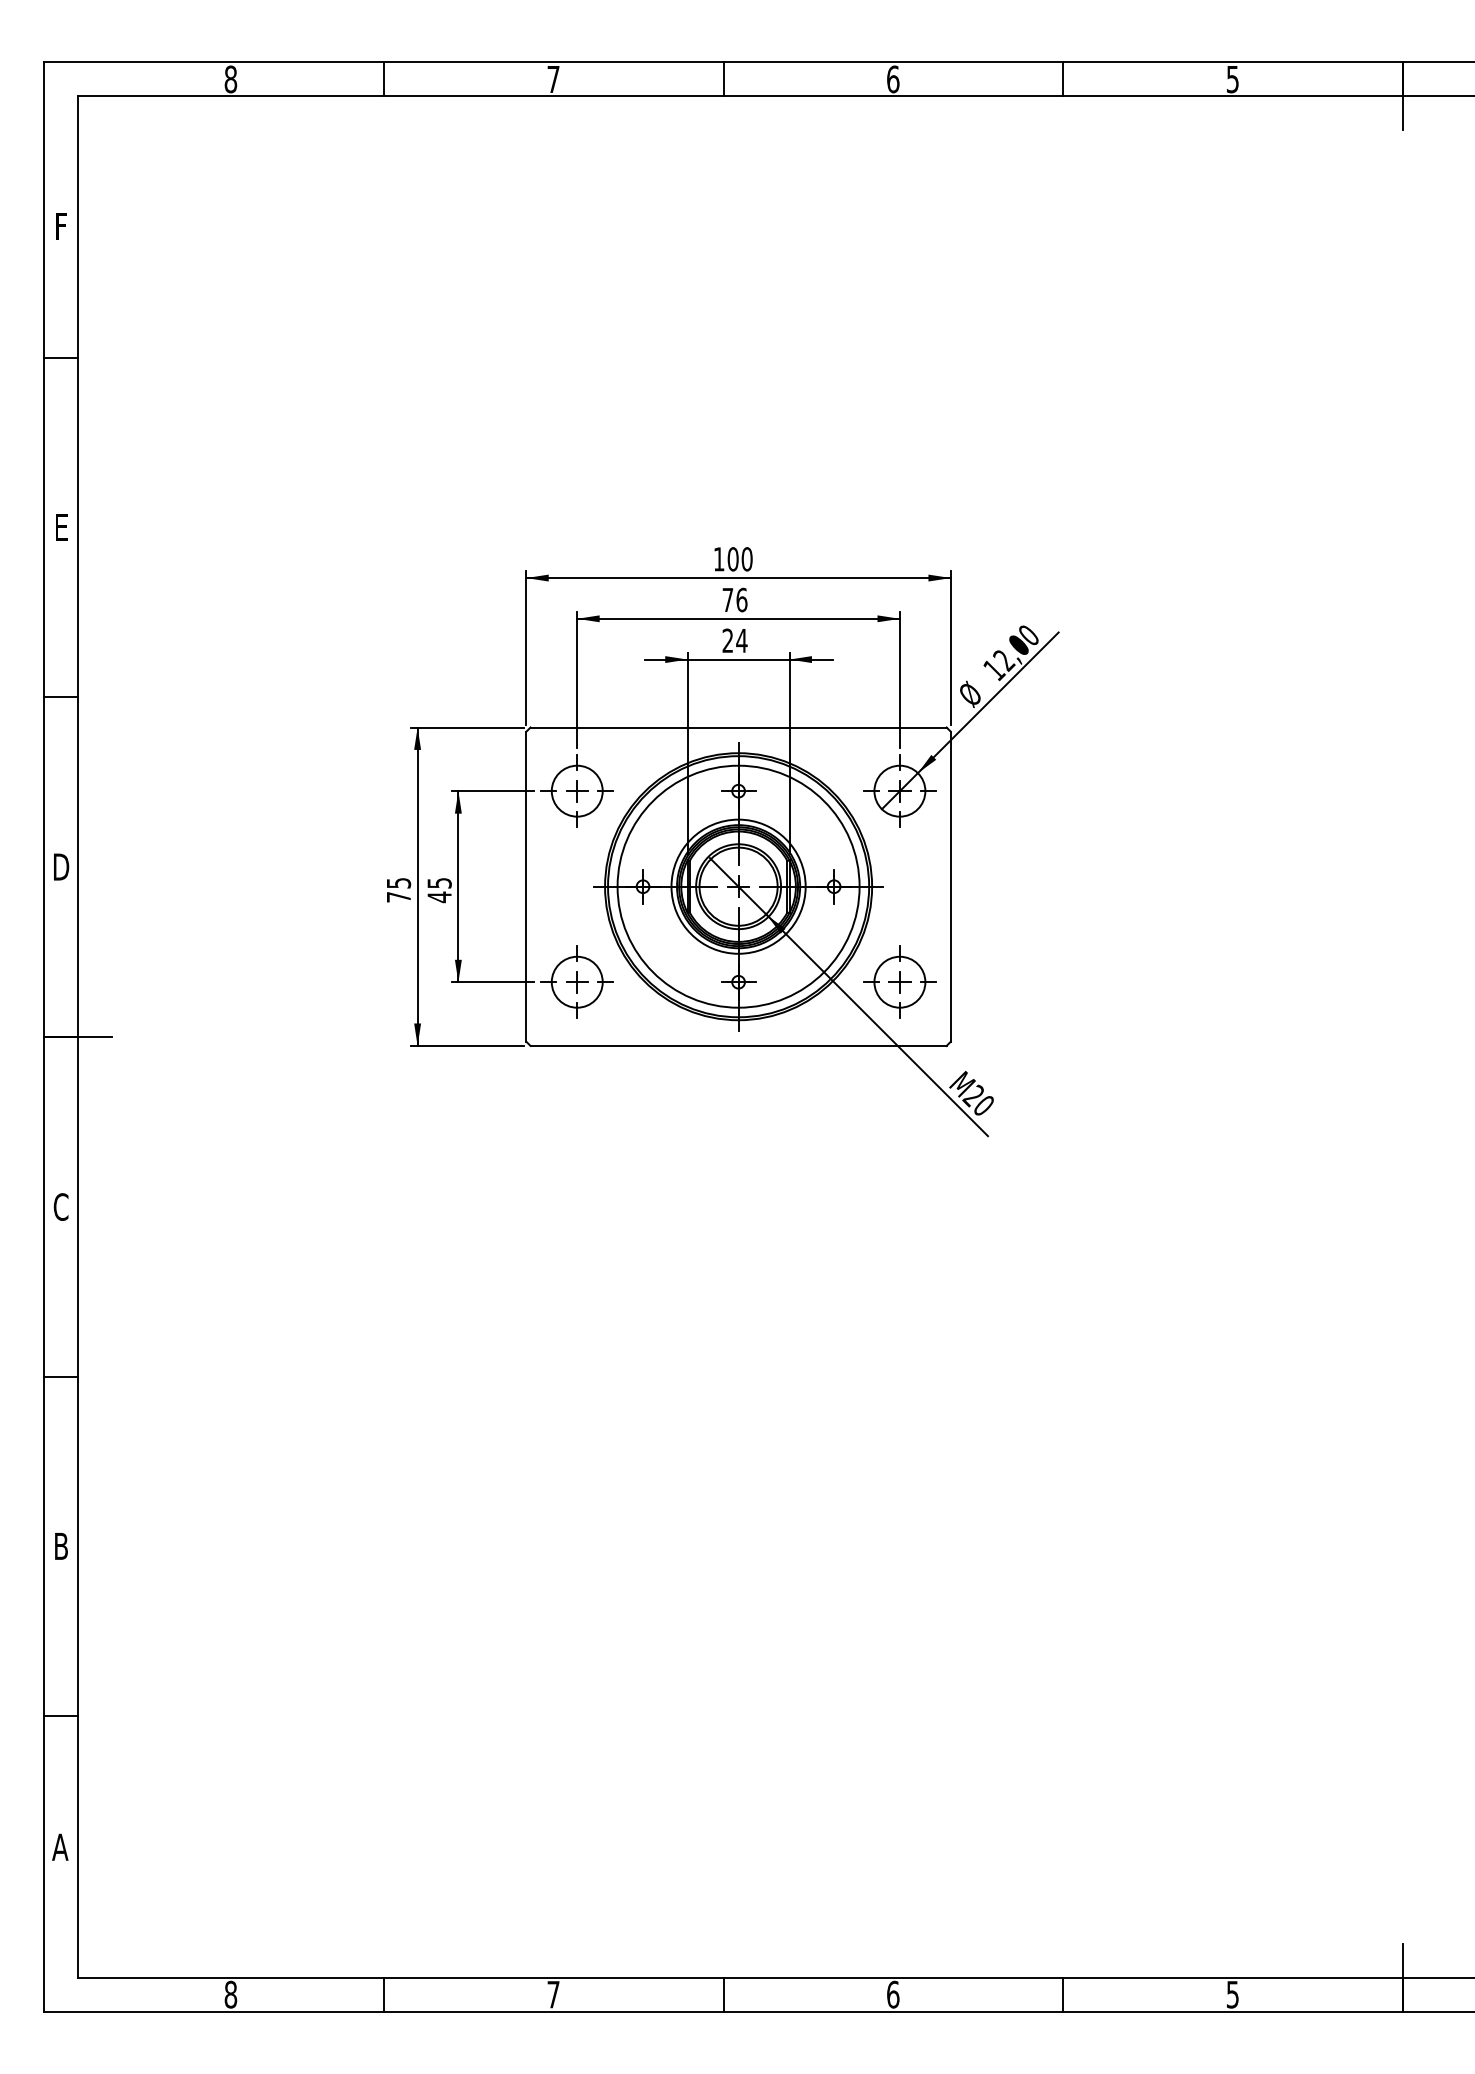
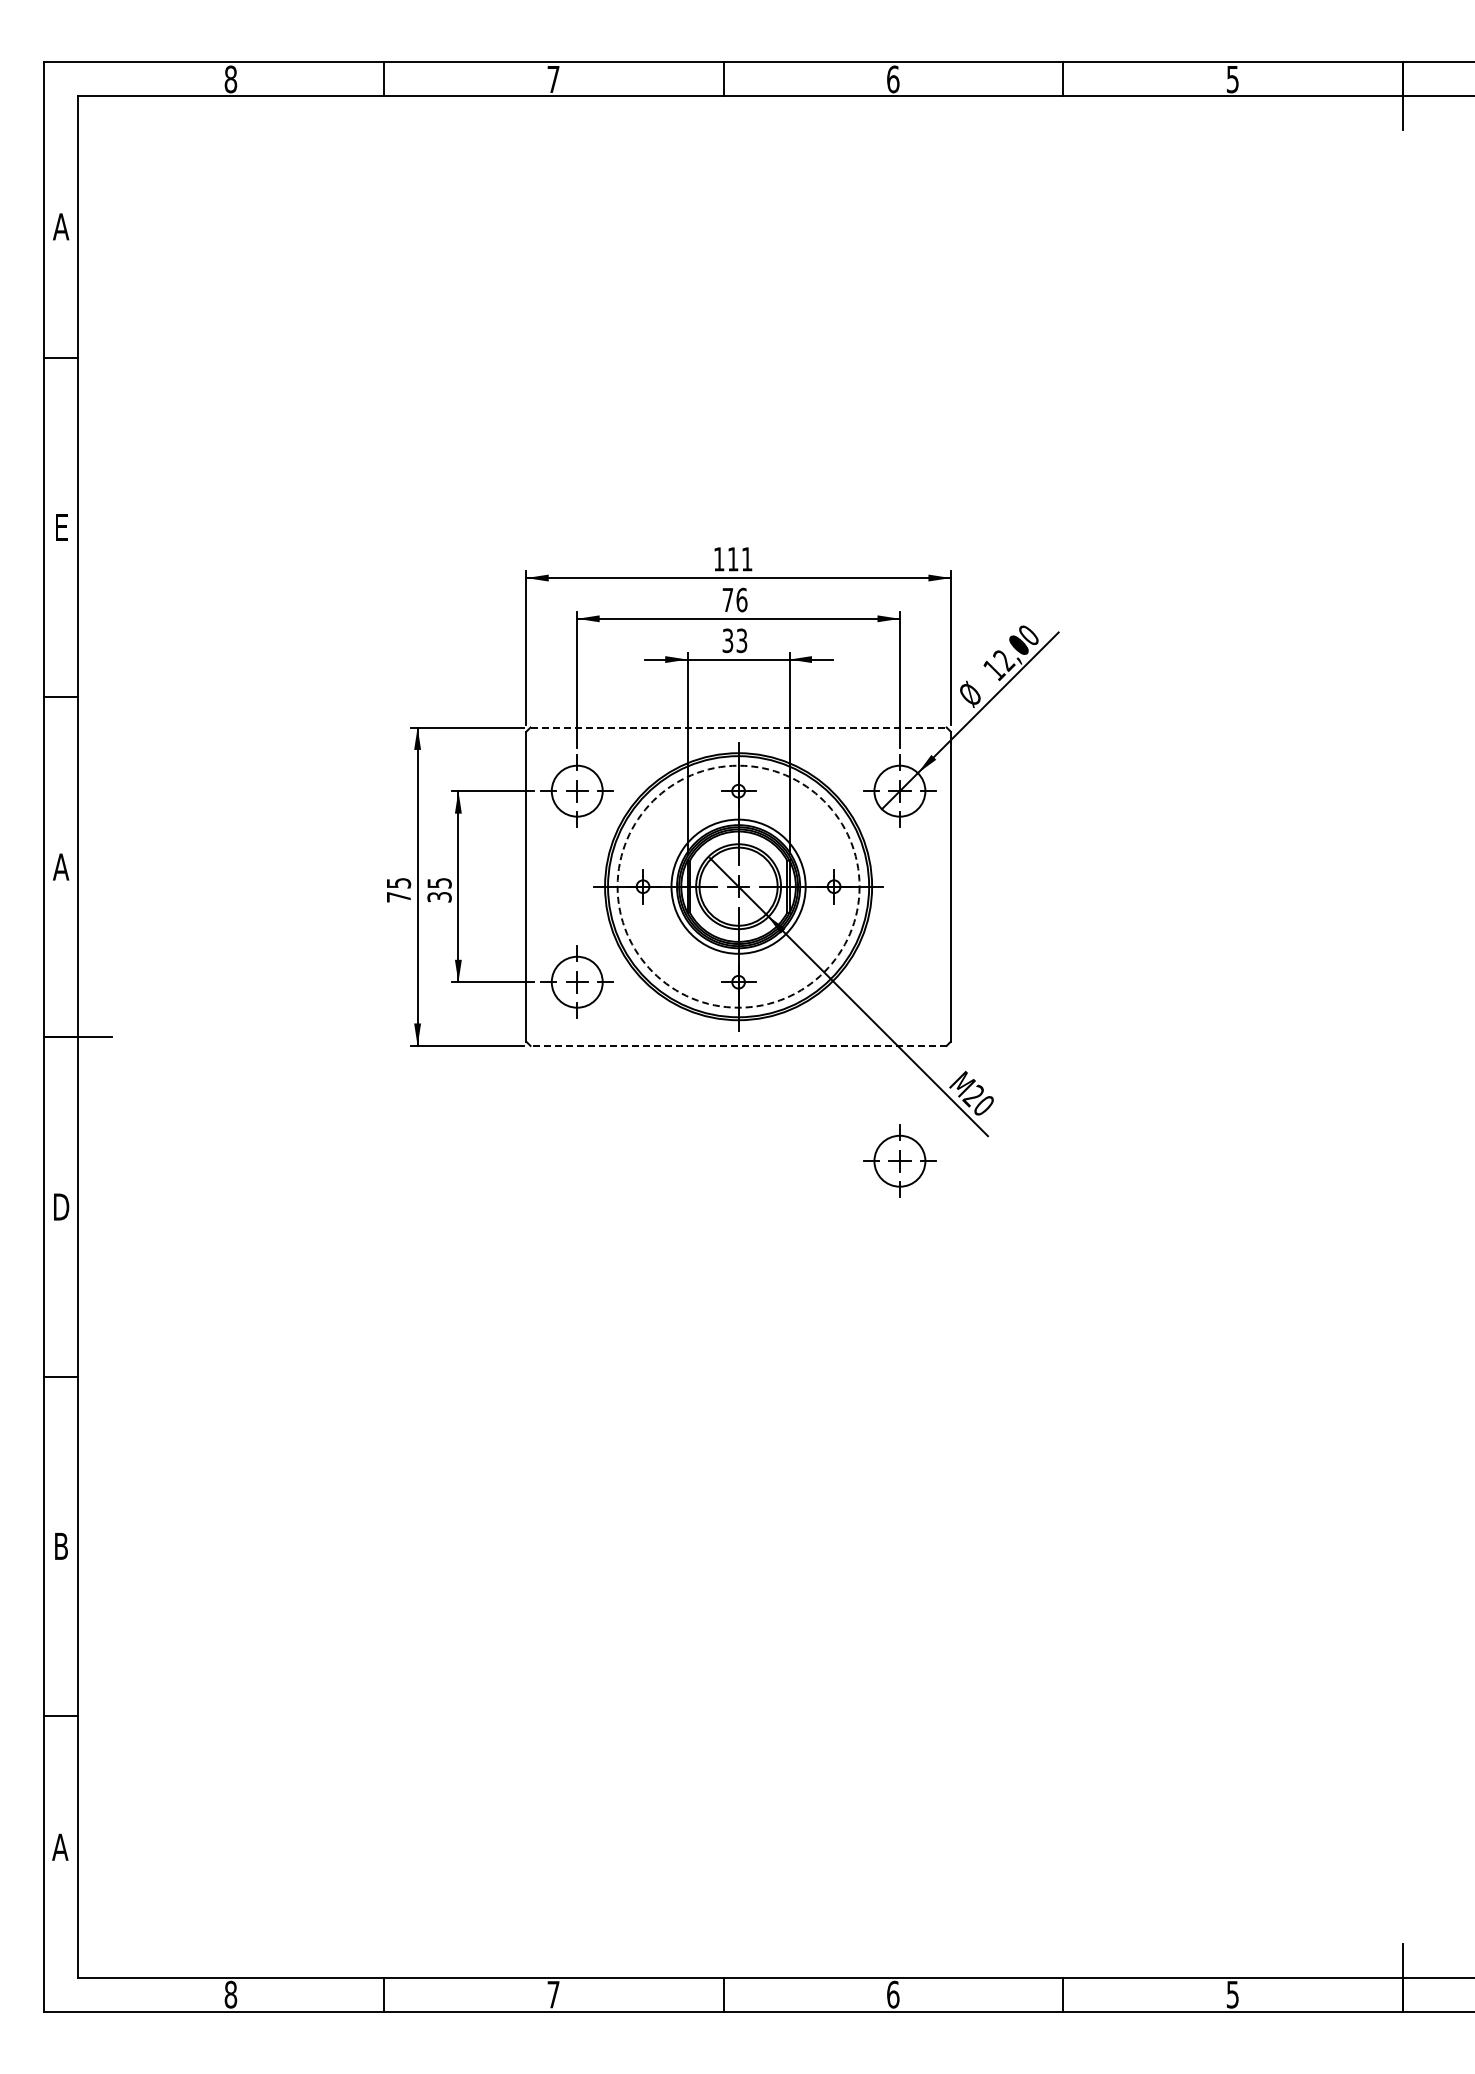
text at (61, 226): F -> A
text at (739, 559): 100 -> 111
text at (734, 640): 24 -> 33
line at (739, 727): solid -> dashed
text at (60, 866): D -> A
circle at (738, 886): solid -> dashed
text at (439, 897): 45 -> 35
part at (899, 981) position: (899, 981) -> (899, 1160)
line at (738, 1045): solid -> dashed
text at (61, 1206): C -> D
